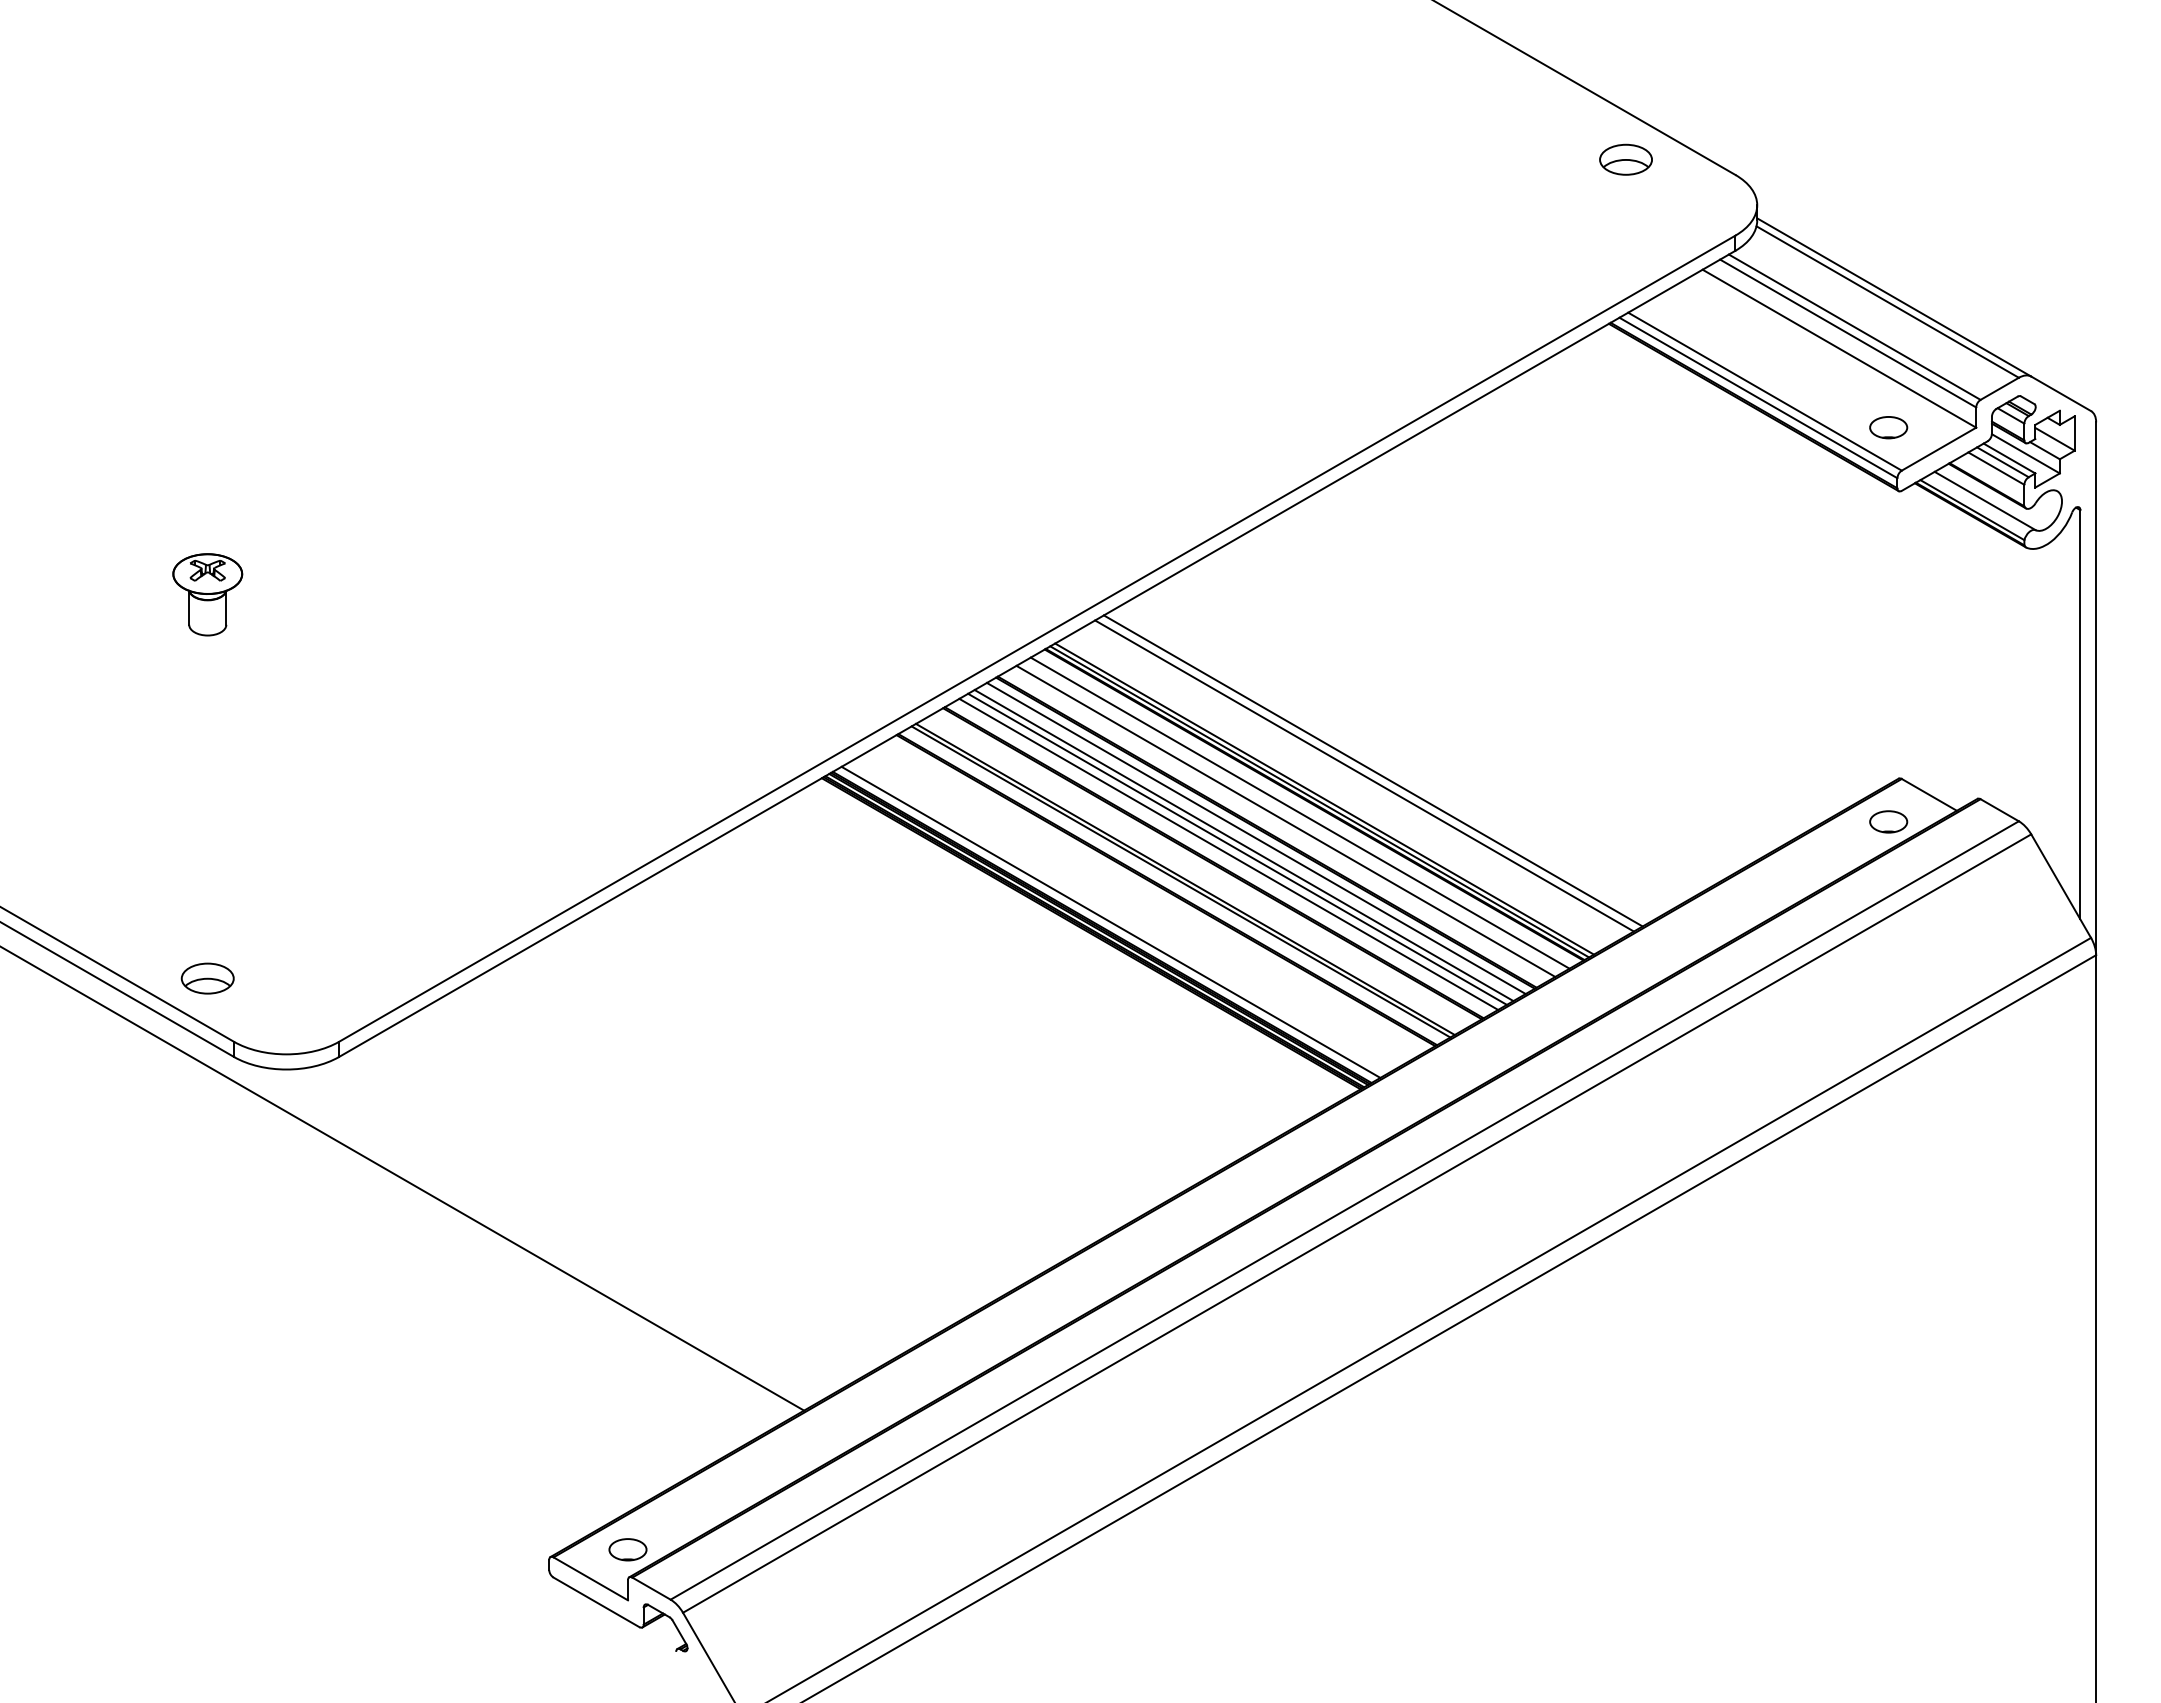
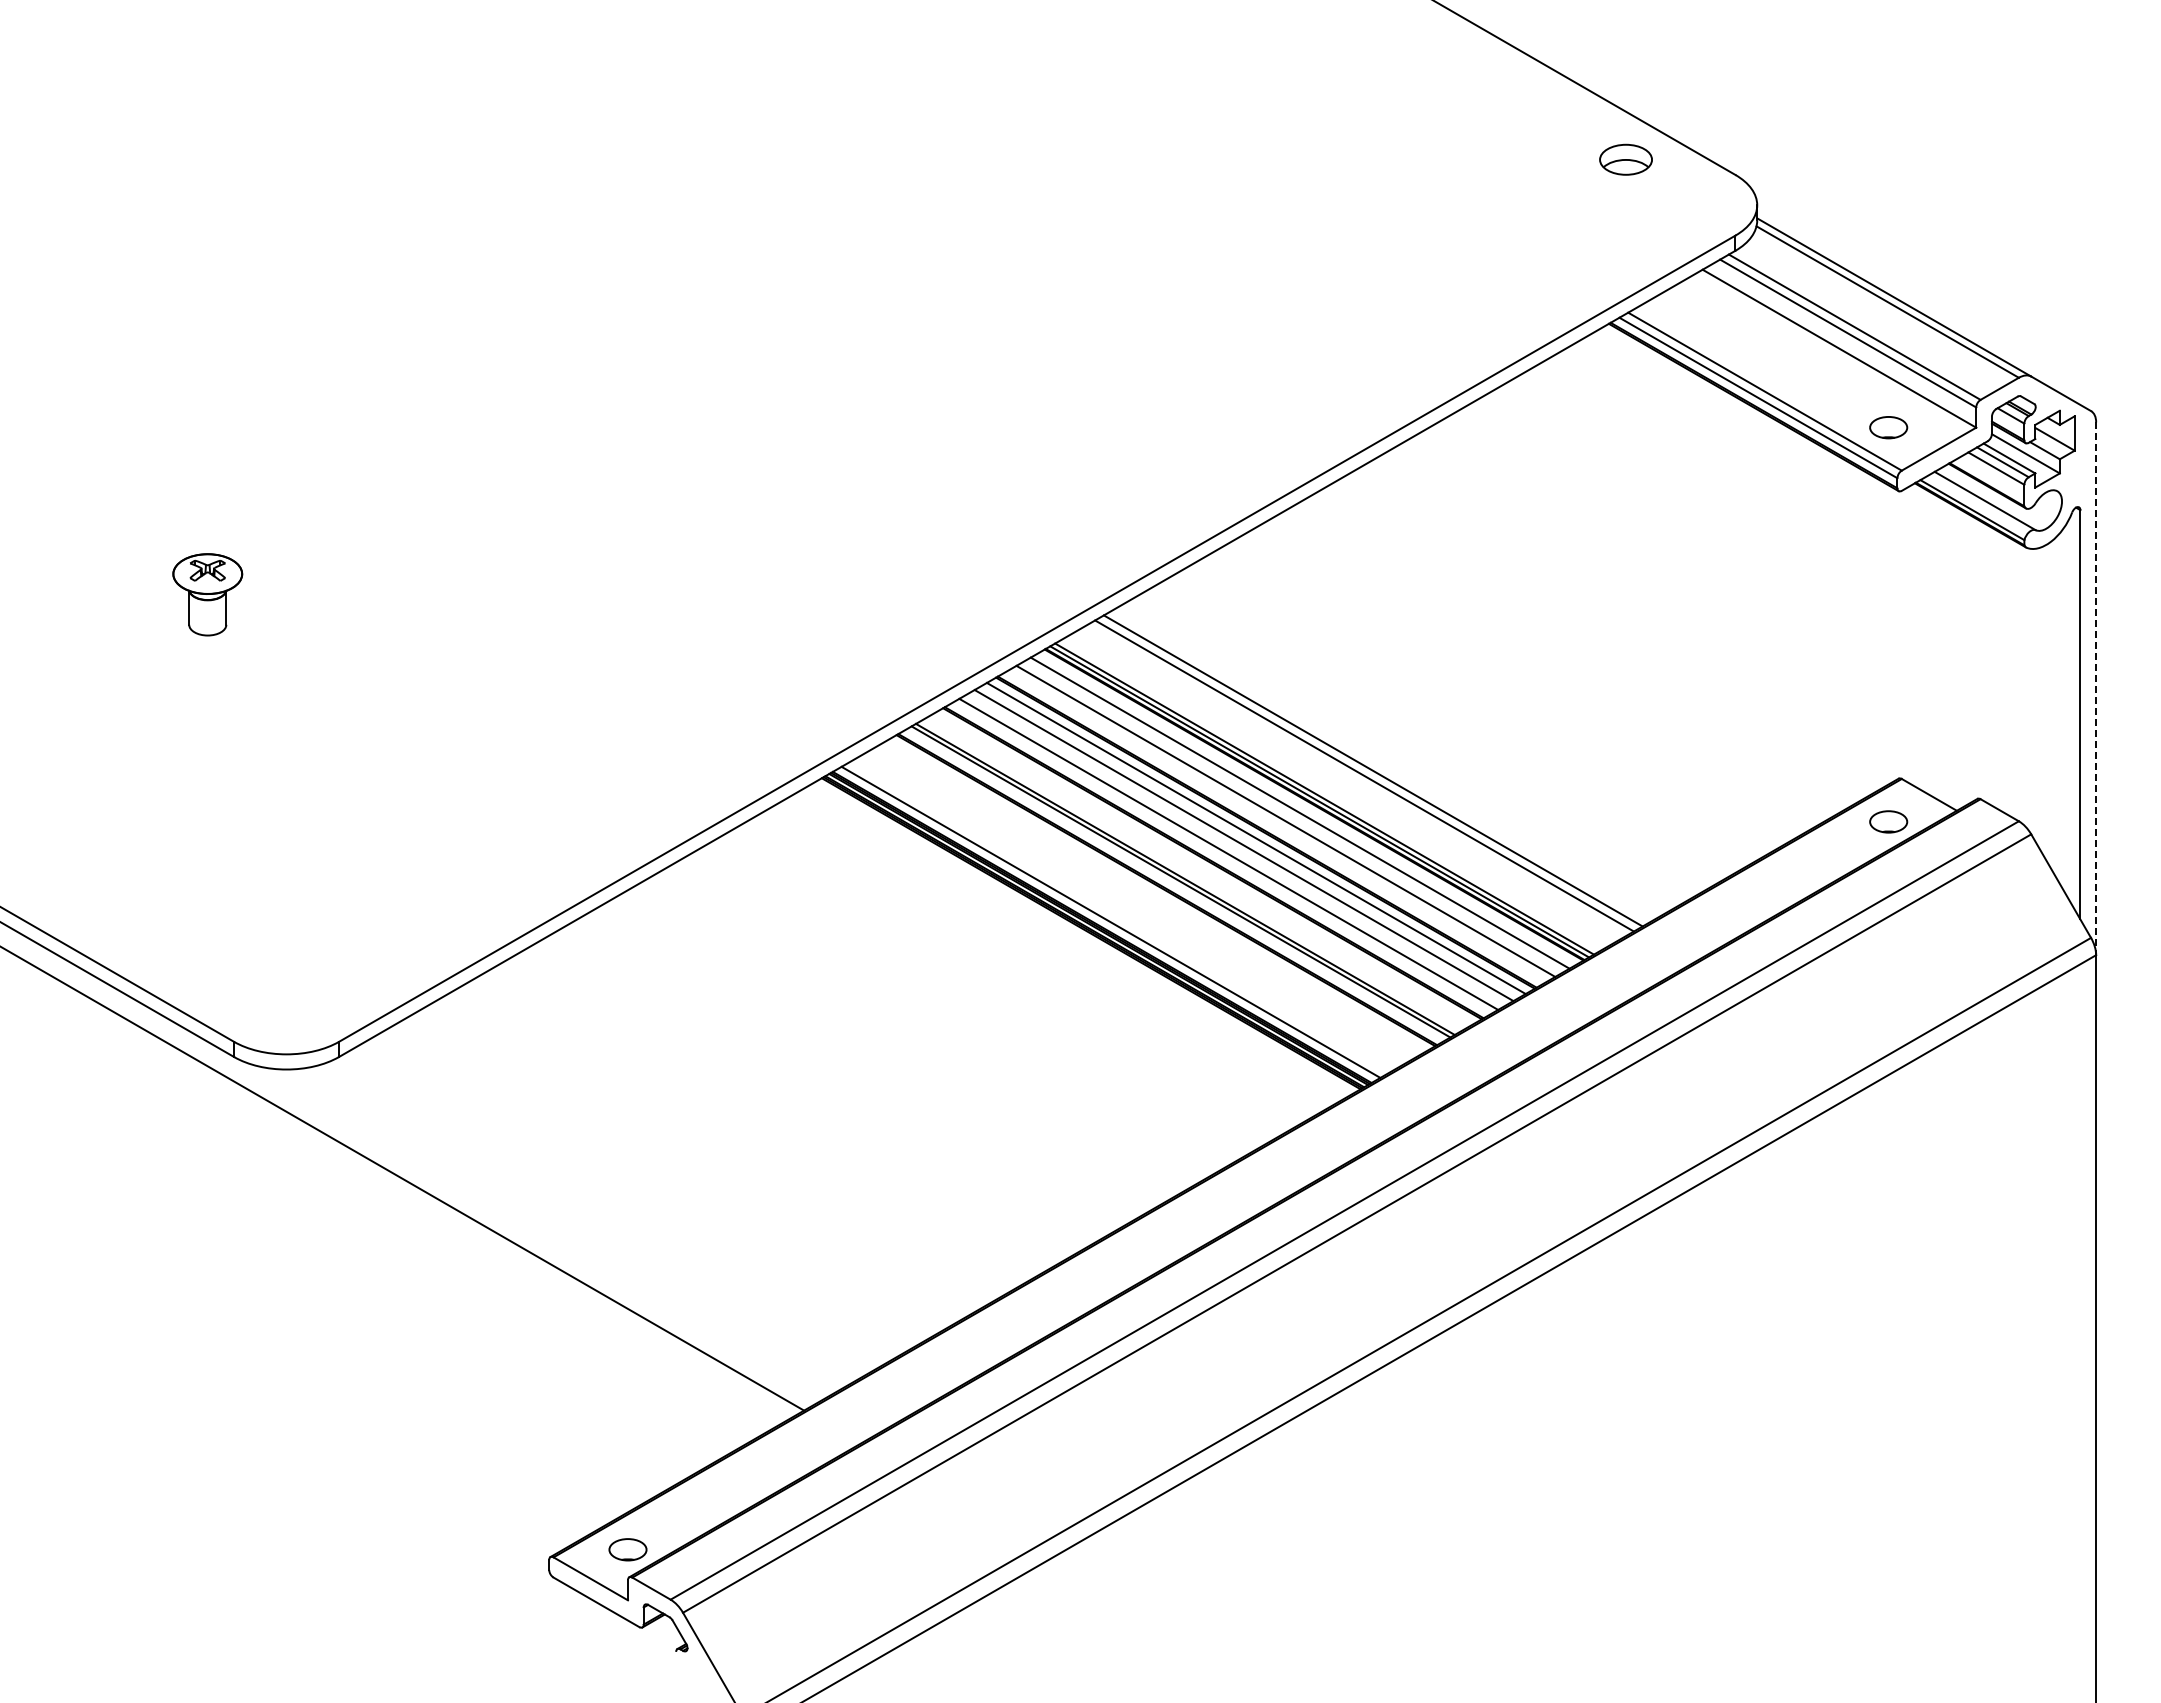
line at (2096, 689): solid -> dashed
line at (1237, 848): present -> none
part at (207, 978): present -> none
